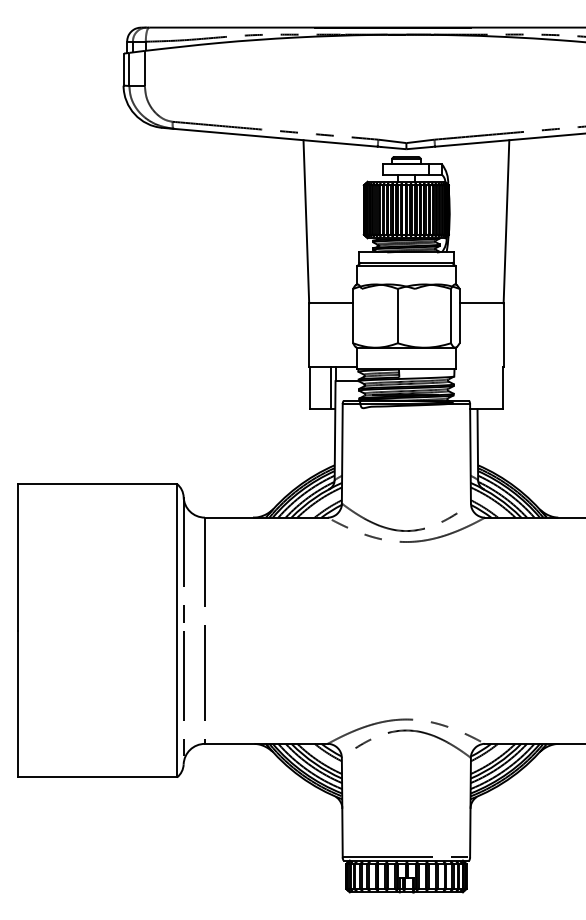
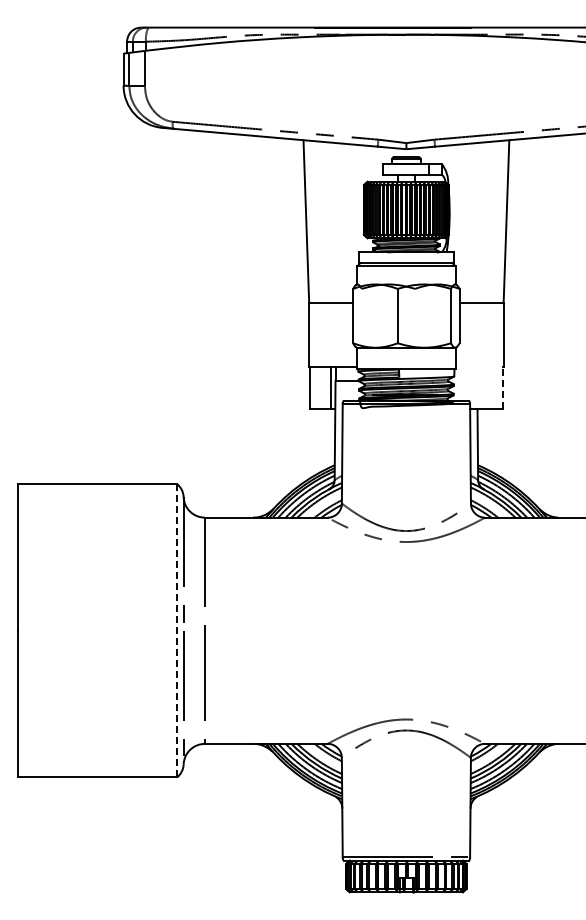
line at (502, 387): solid -> dashed
line at (177, 630): solid -> dashed
